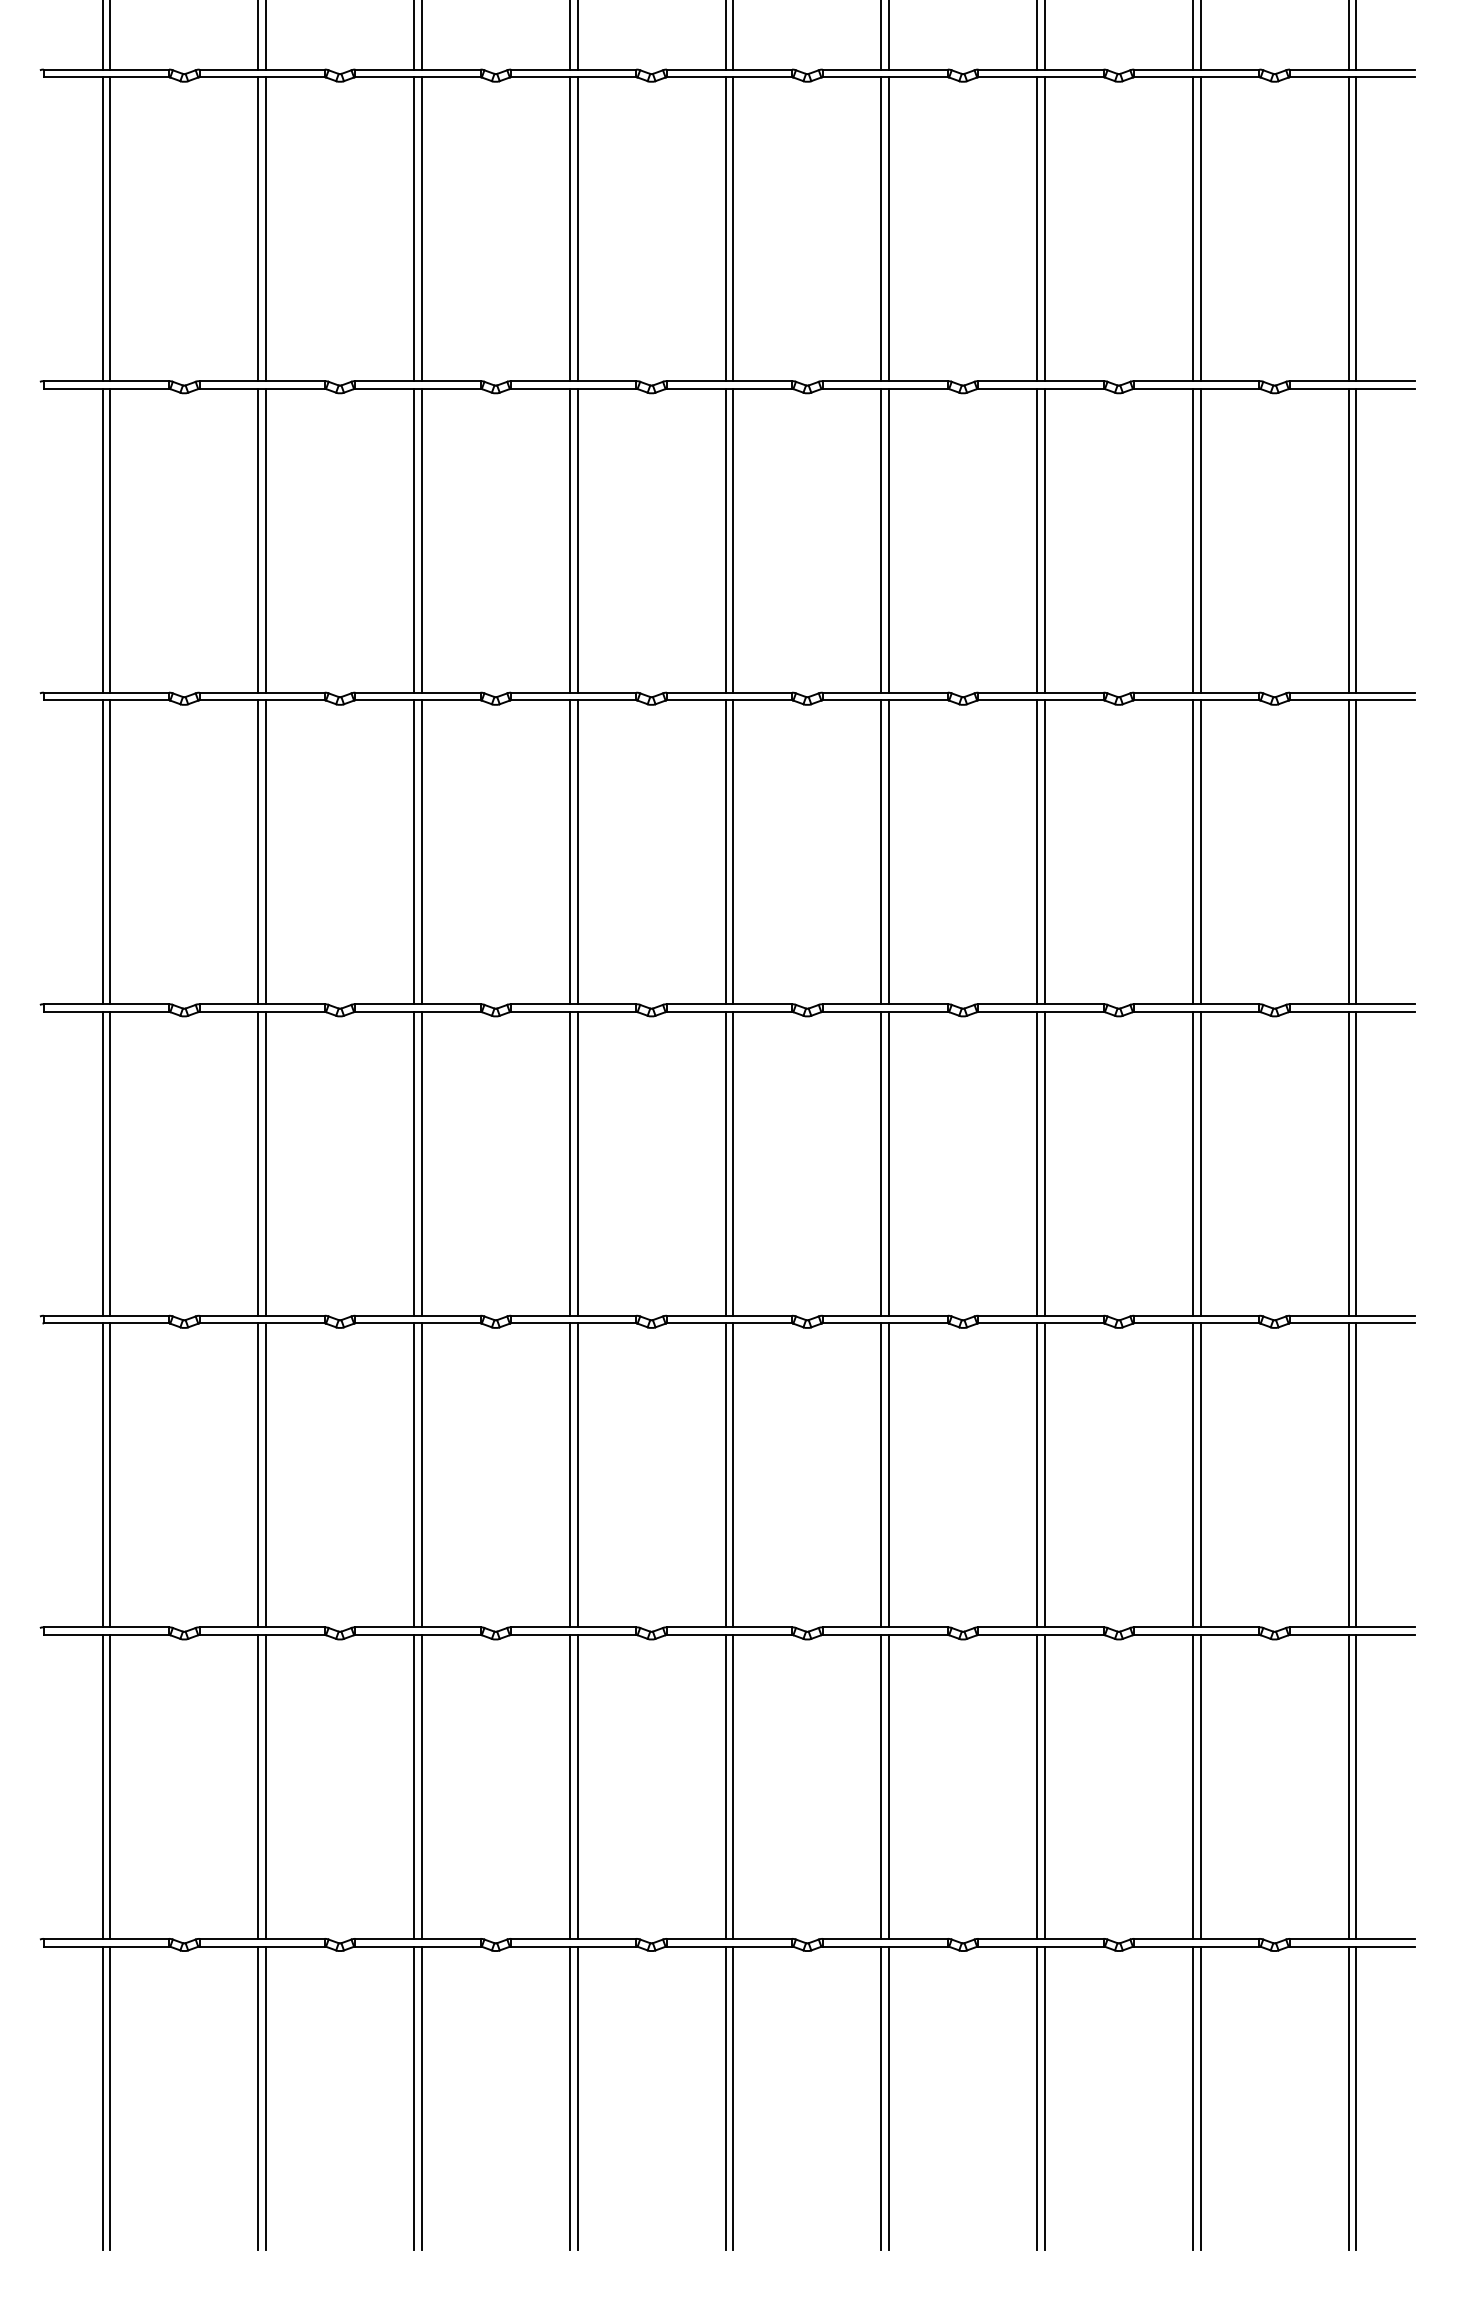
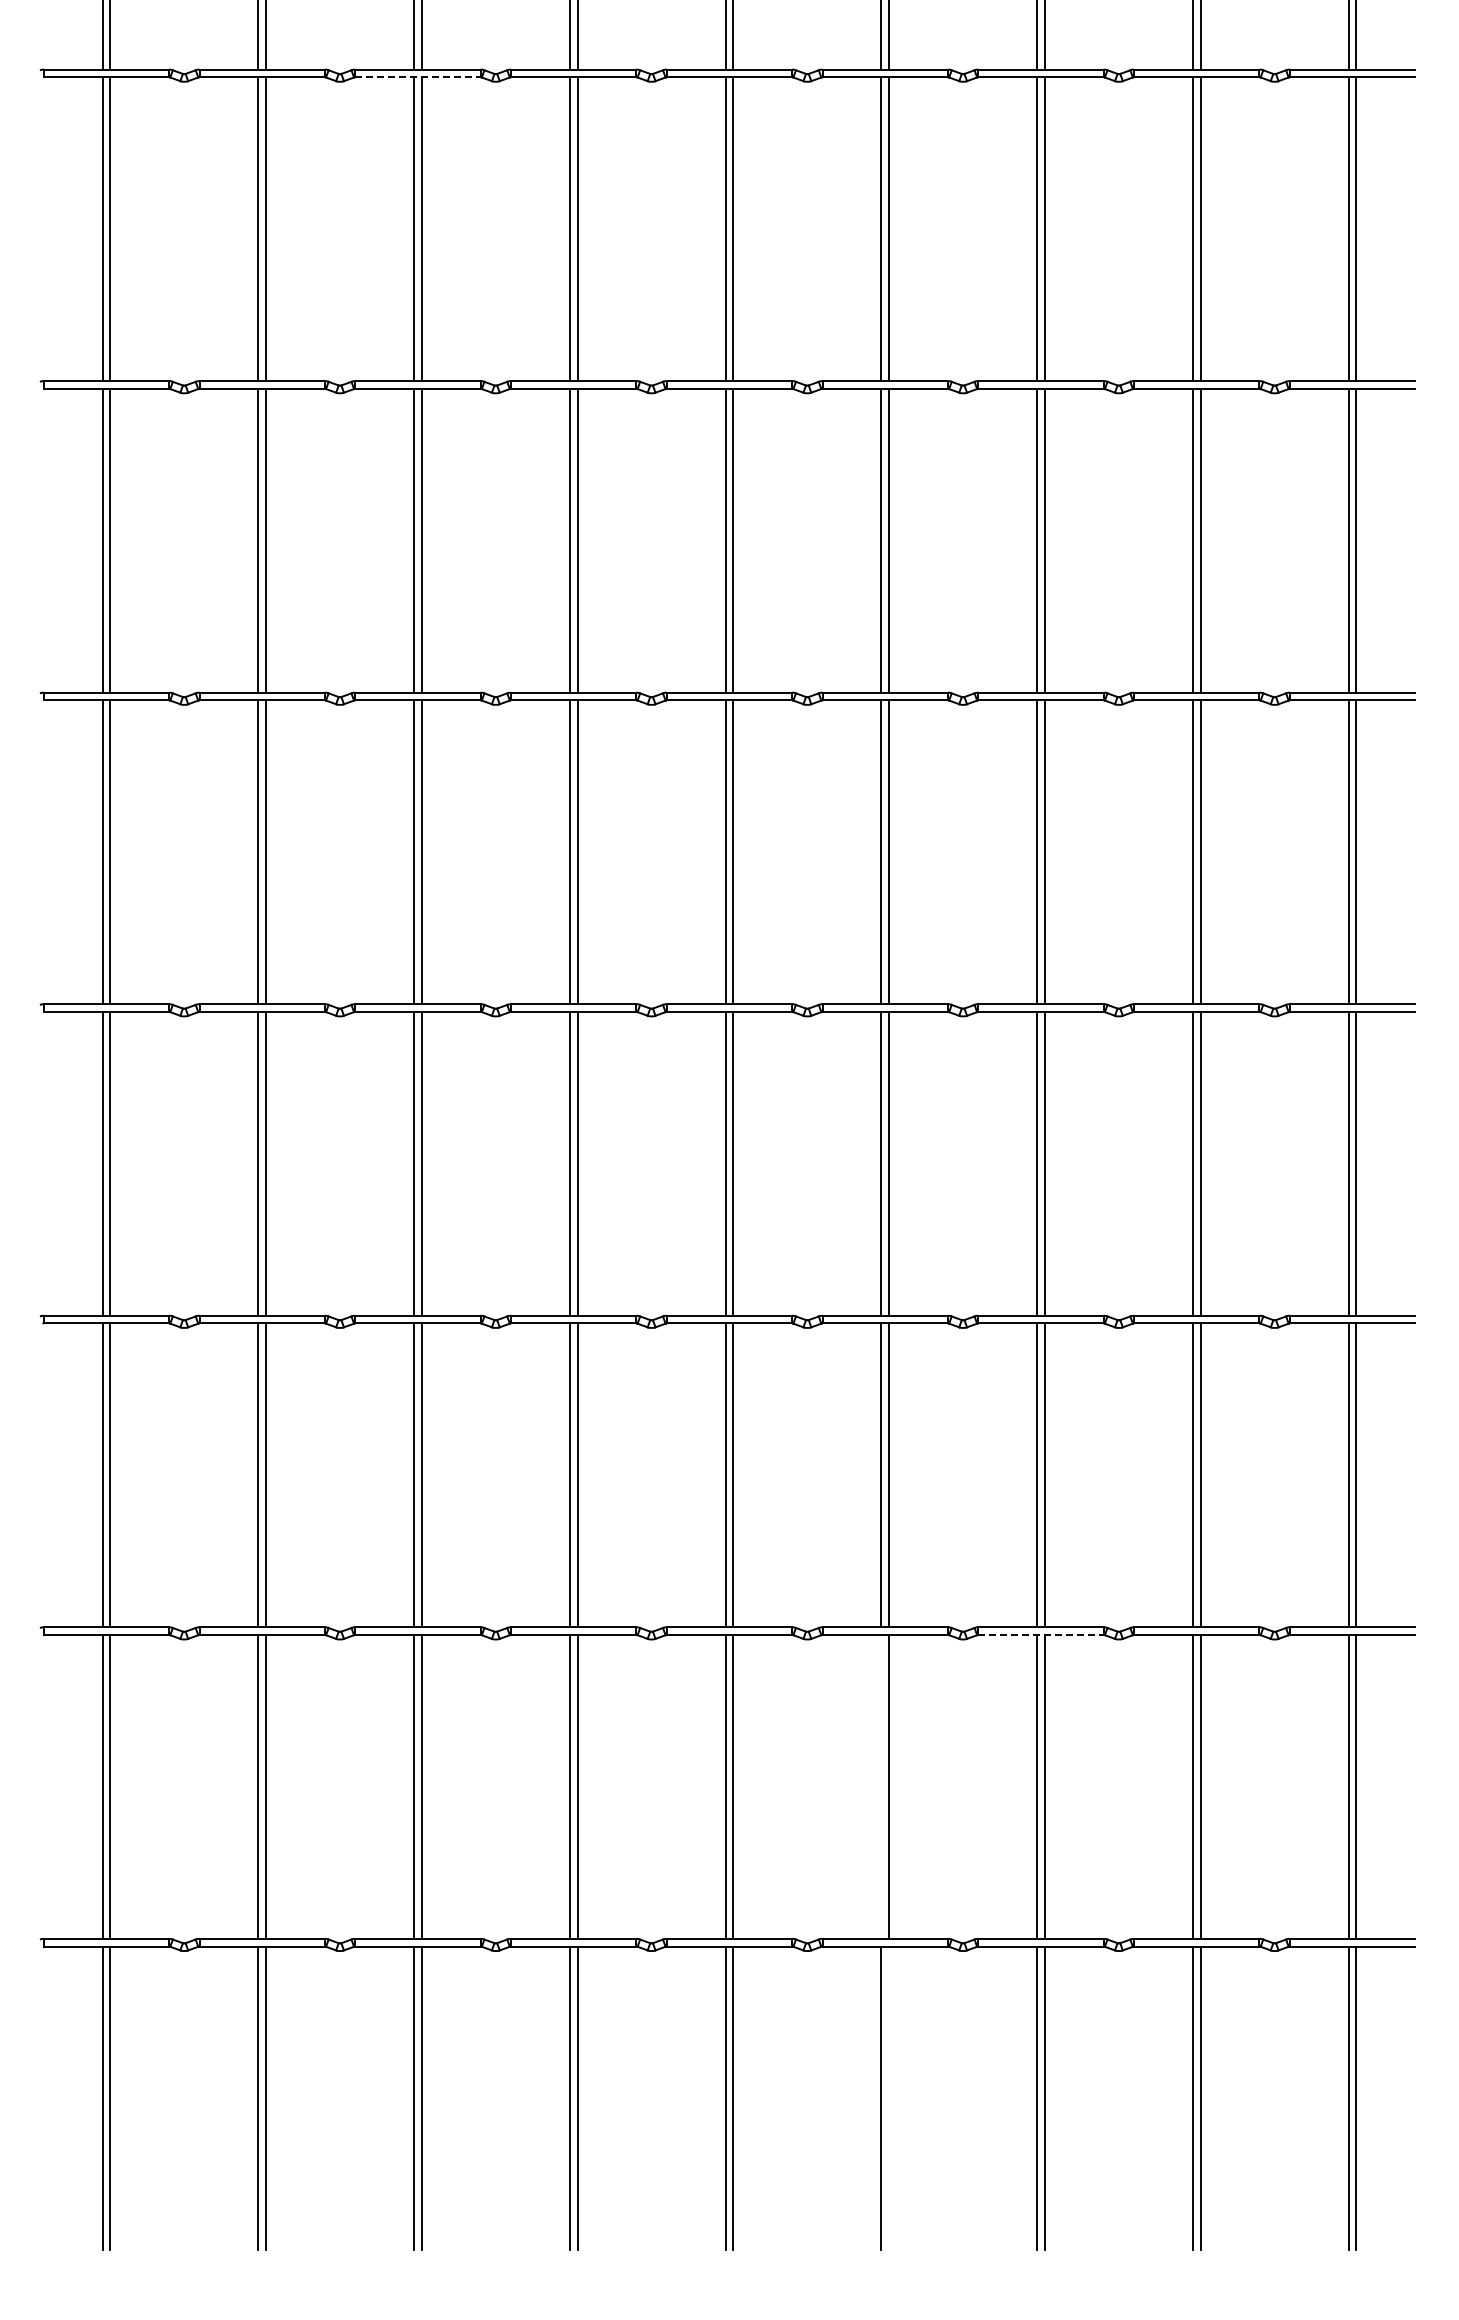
line at (417, 77): solid -> dashed
line at (1041, 1634): solid -> dashed
line at (881, 1786): present -> none
line at (889, 2098): present -> none
